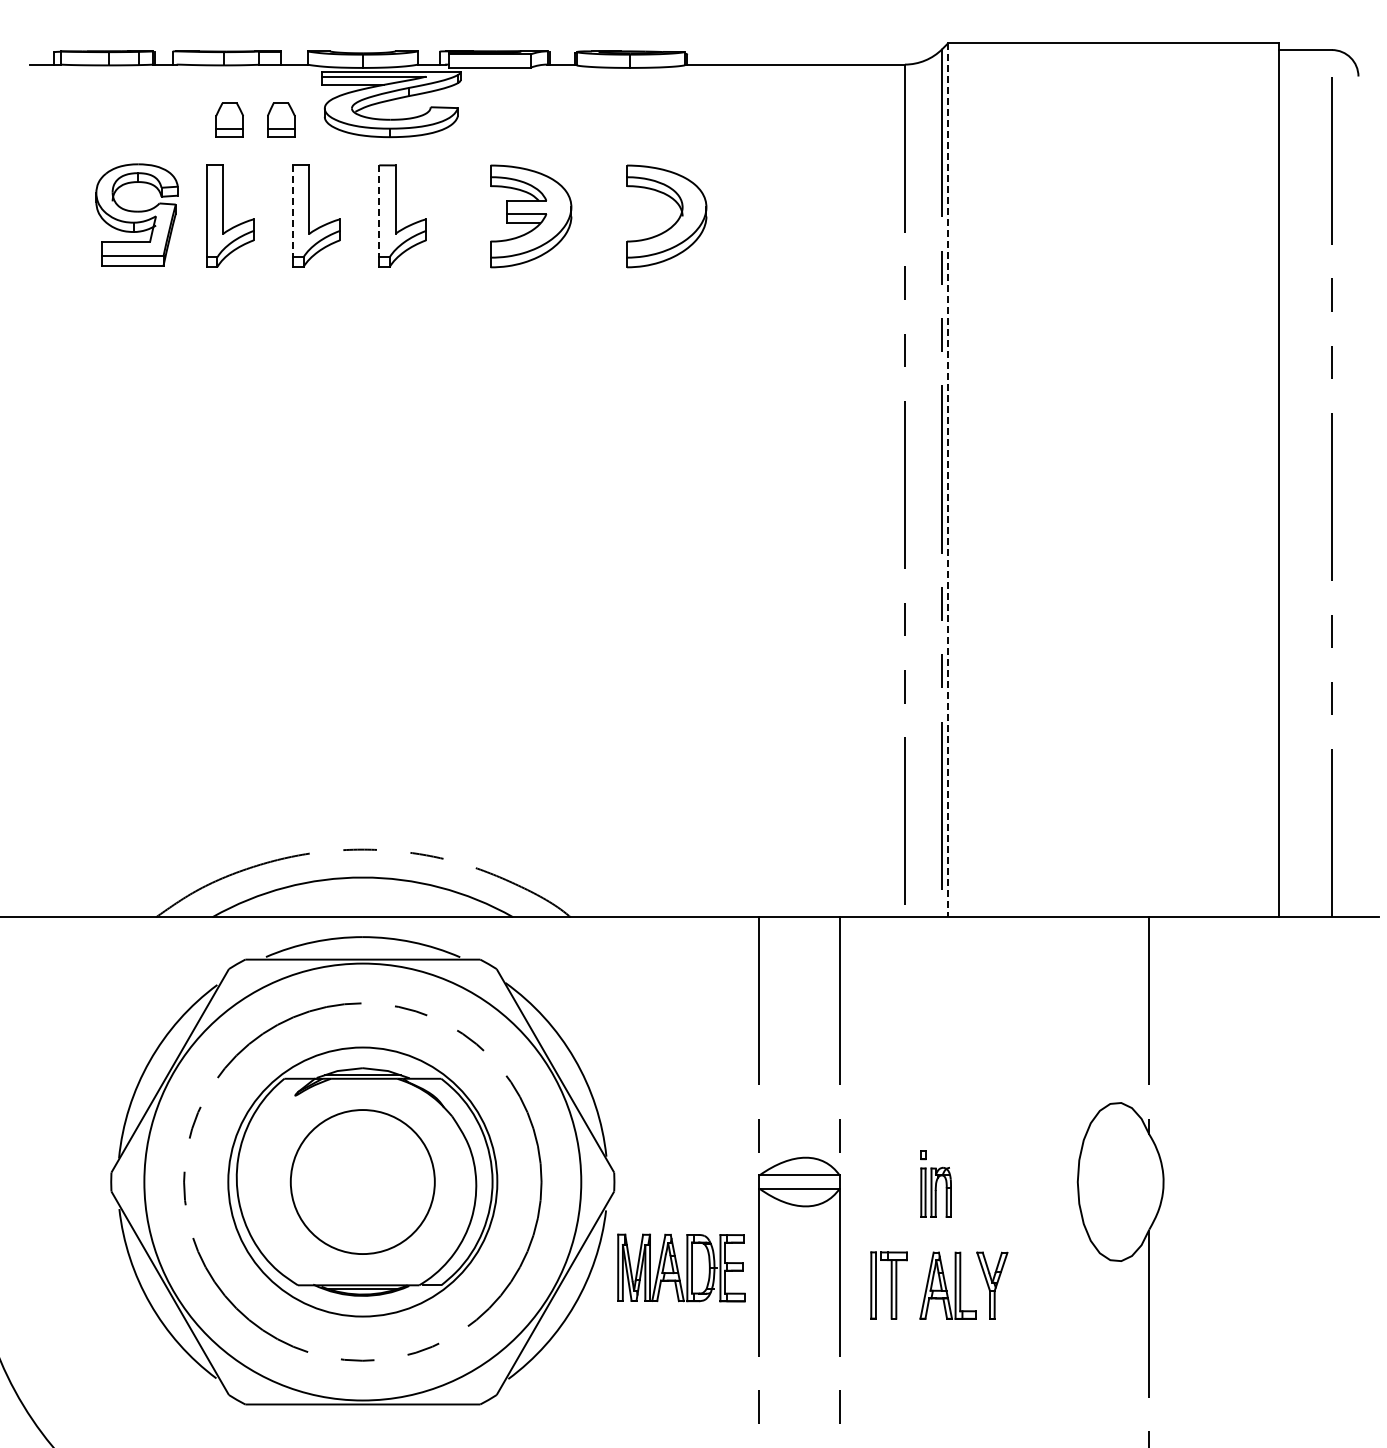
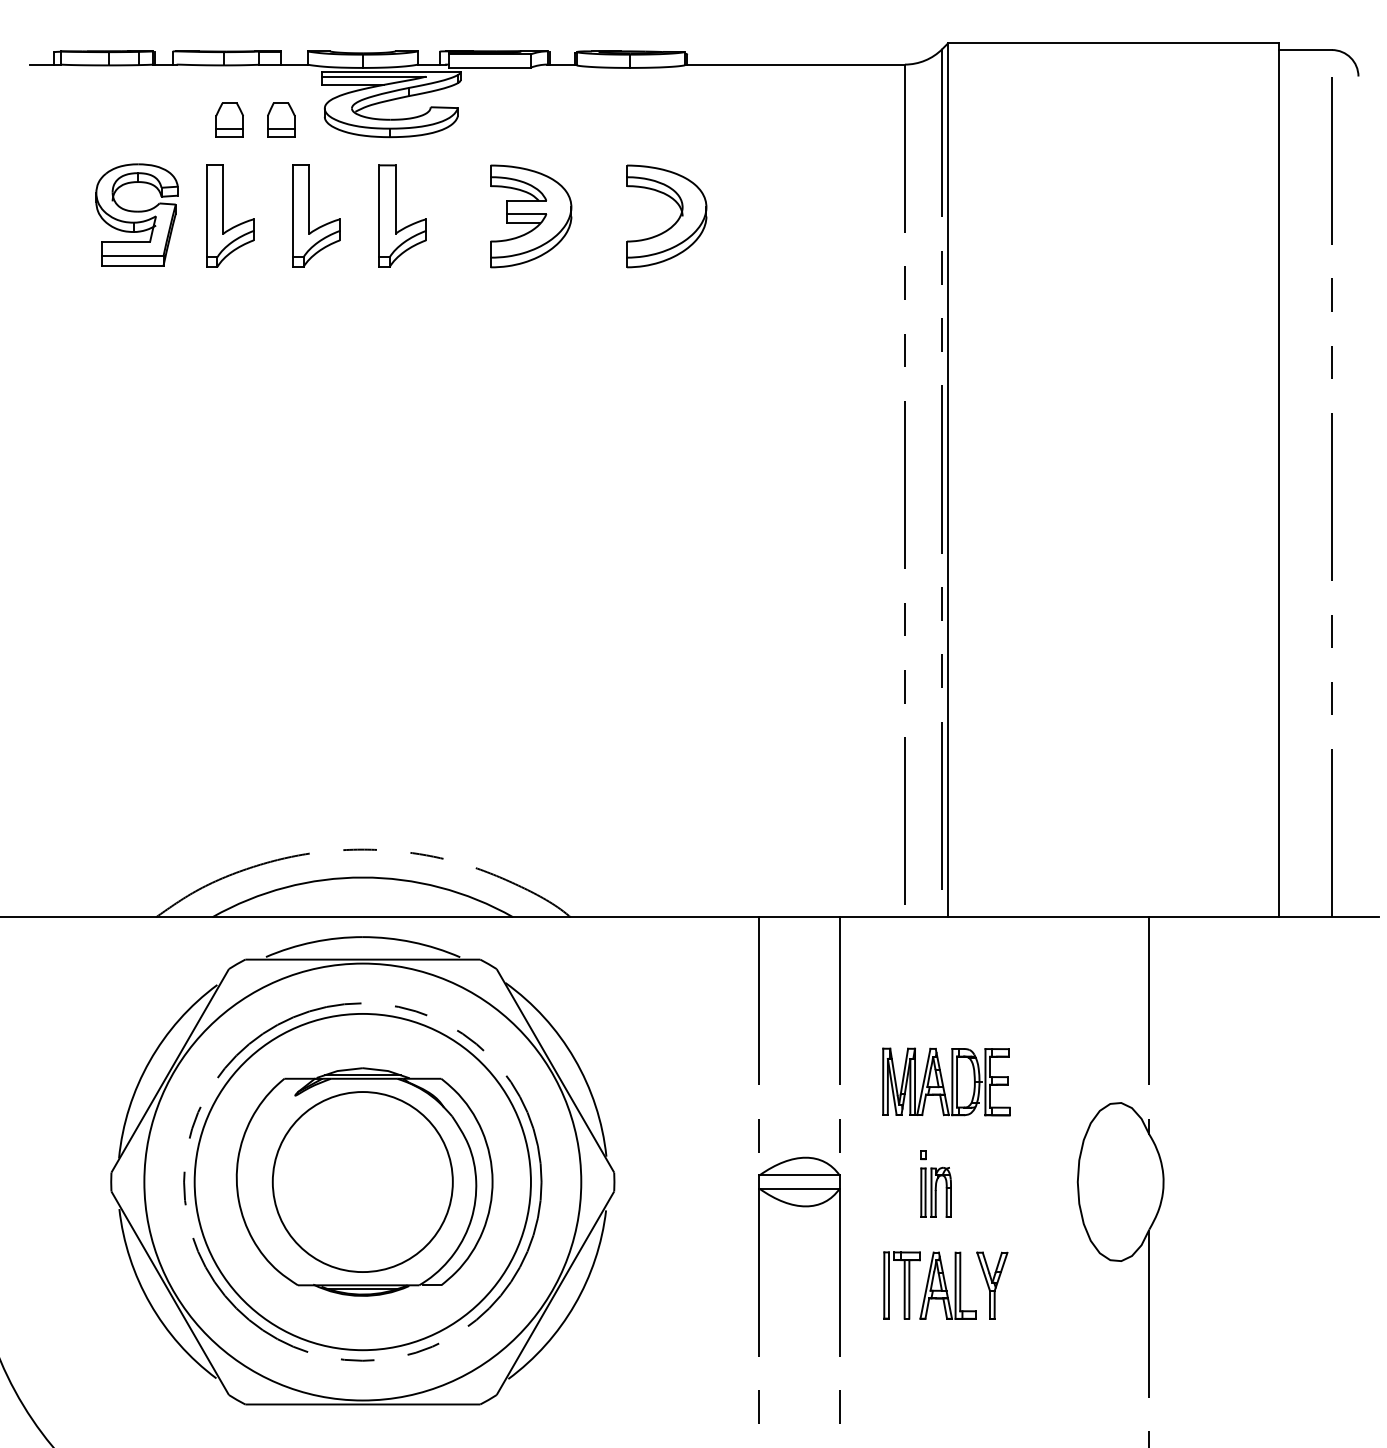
line at (293, 211): dashed -> solid
line at (379, 211): dashed -> solid
line at (948, 480): dashed -> solid
circle at (362, 1181) diameter: 269 px -> 336 px
circle at (362, 1182) diameter: 144 px -> 180 px
part at (681, 1267) position: (681, 1267) -> (946, 1081)
part at (888, 1285) position: (888, 1285) -> (901, 1285)
